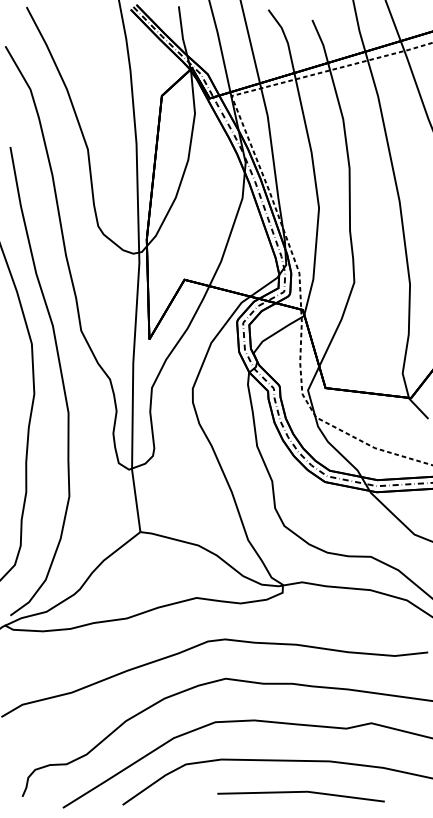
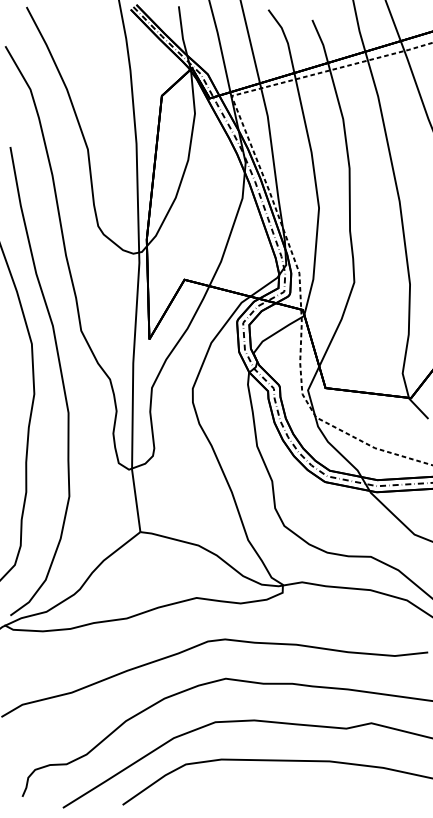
line at (300, 792): present -> none
